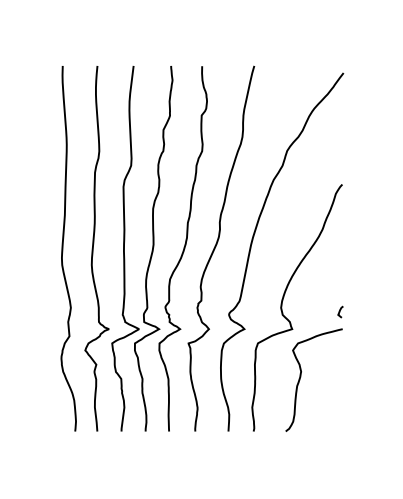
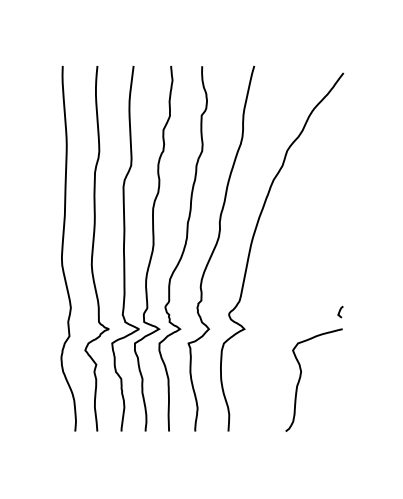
curve at (283, 312): present -> none
